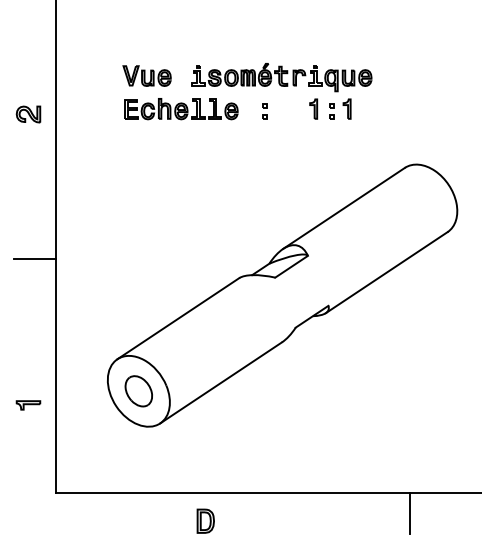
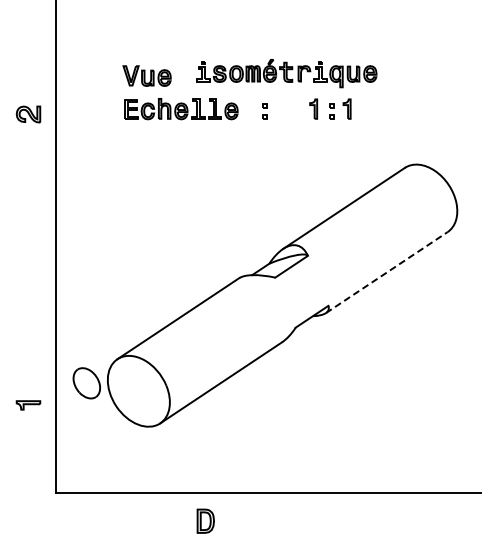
part at (281, 77) position: (281, 77) -> (286, 73)
line at (34, 259): present -> none
line at (387, 272): solid -> dashed
part at (138, 391) position: (138, 391) -> (86, 383)
line at (409, 513): present -> none
